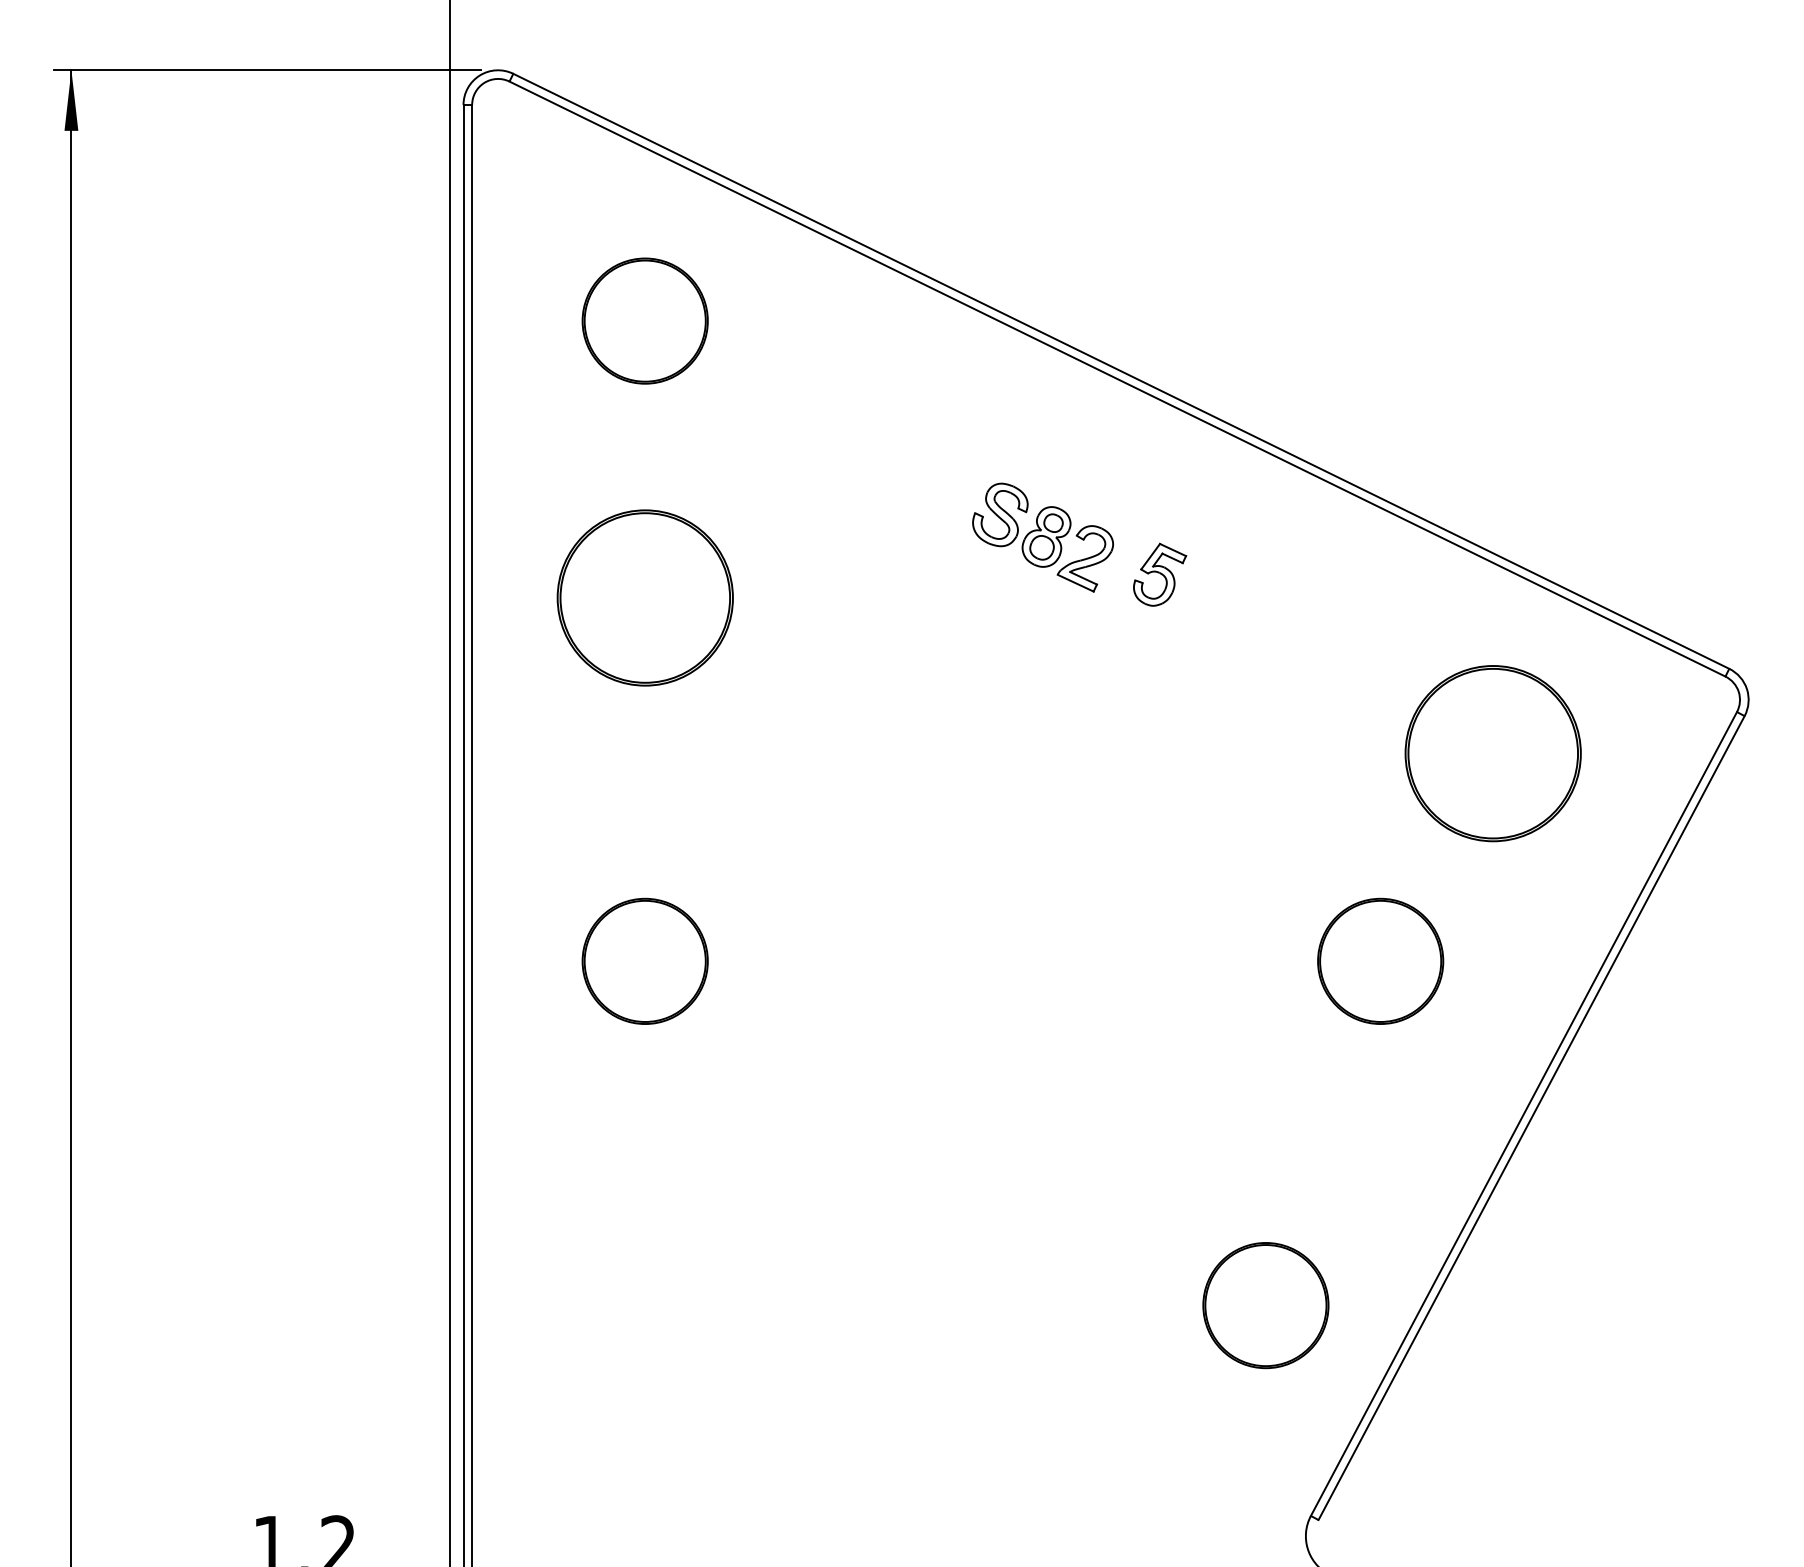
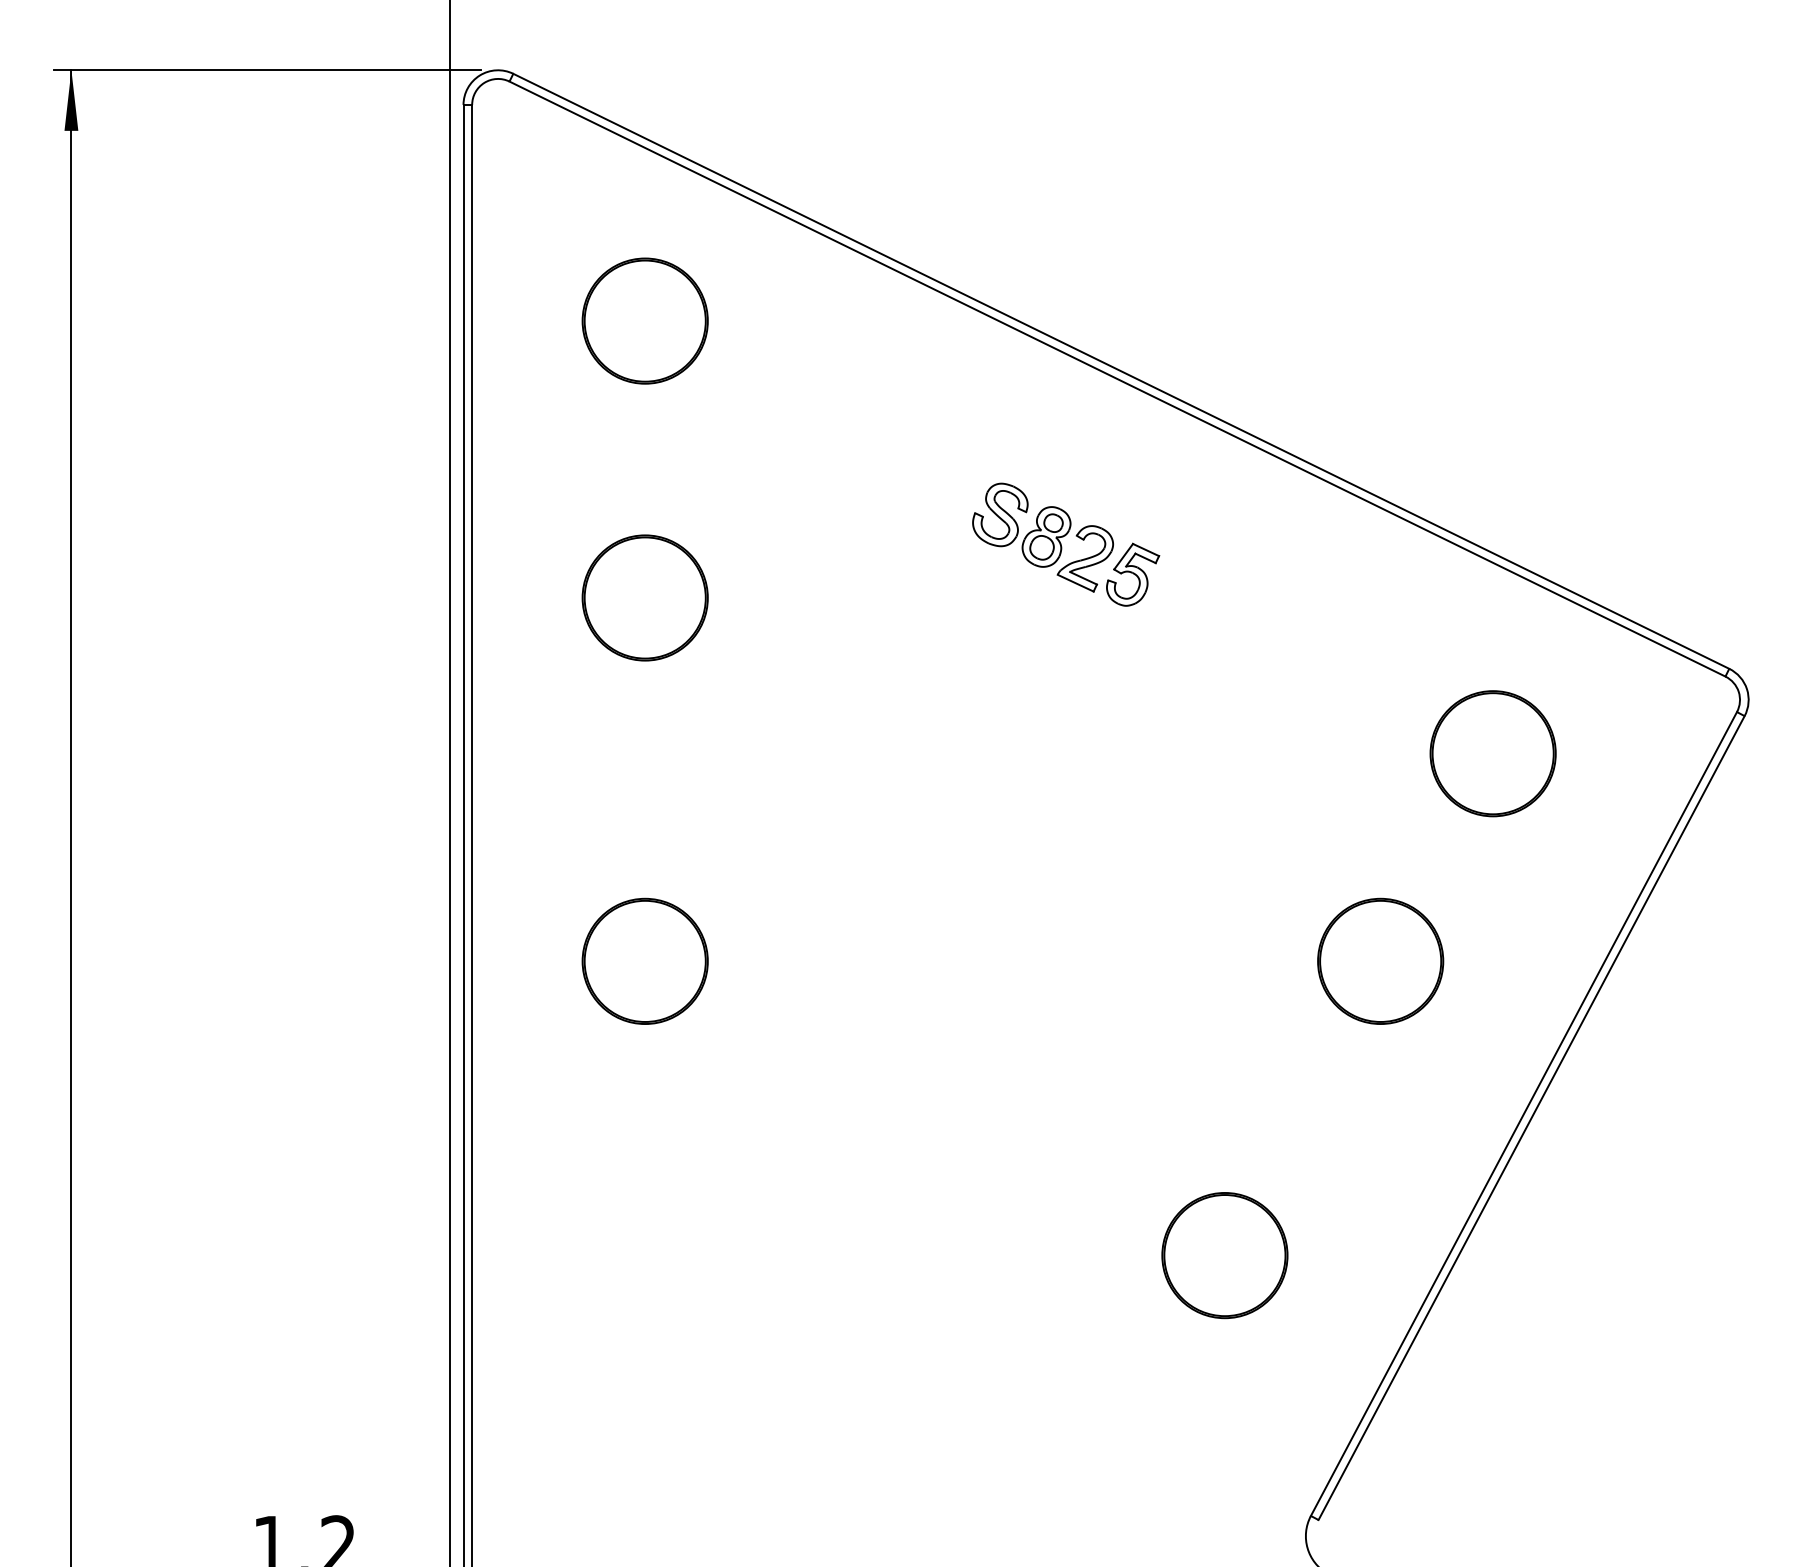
part at (1160, 574) position: (1160, 574) -> (1133, 574)
part at (644, 597) size: 178x178 px -> 128x128 px
part at (1492, 753) size: 178x178 px -> 128x128 px
part at (1265, 1305) position: (1265, 1305) -> (1224, 1255)
